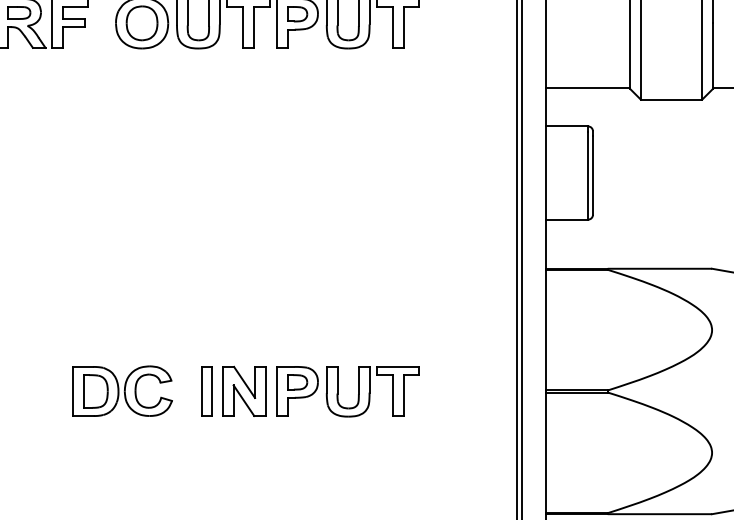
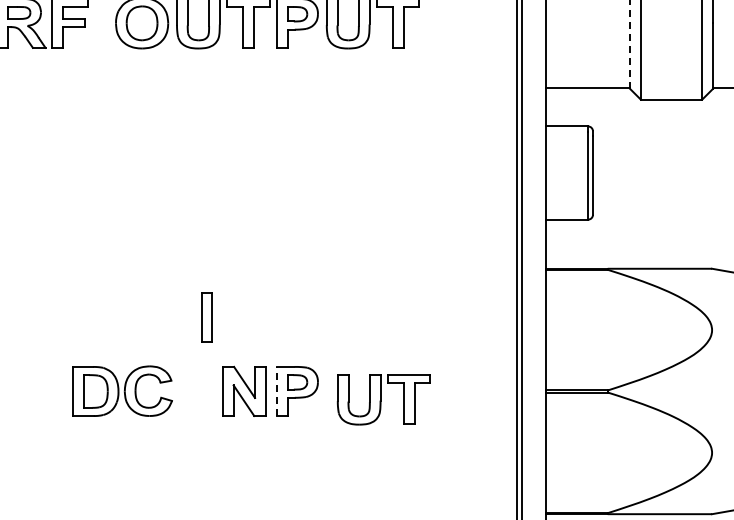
line at (629, 44): solid -> dashed
part at (206, 391) position: (206, 391) -> (206, 317)
line at (277, 391): solid -> dashed
part at (372, 391) position: (372, 391) -> (383, 399)
